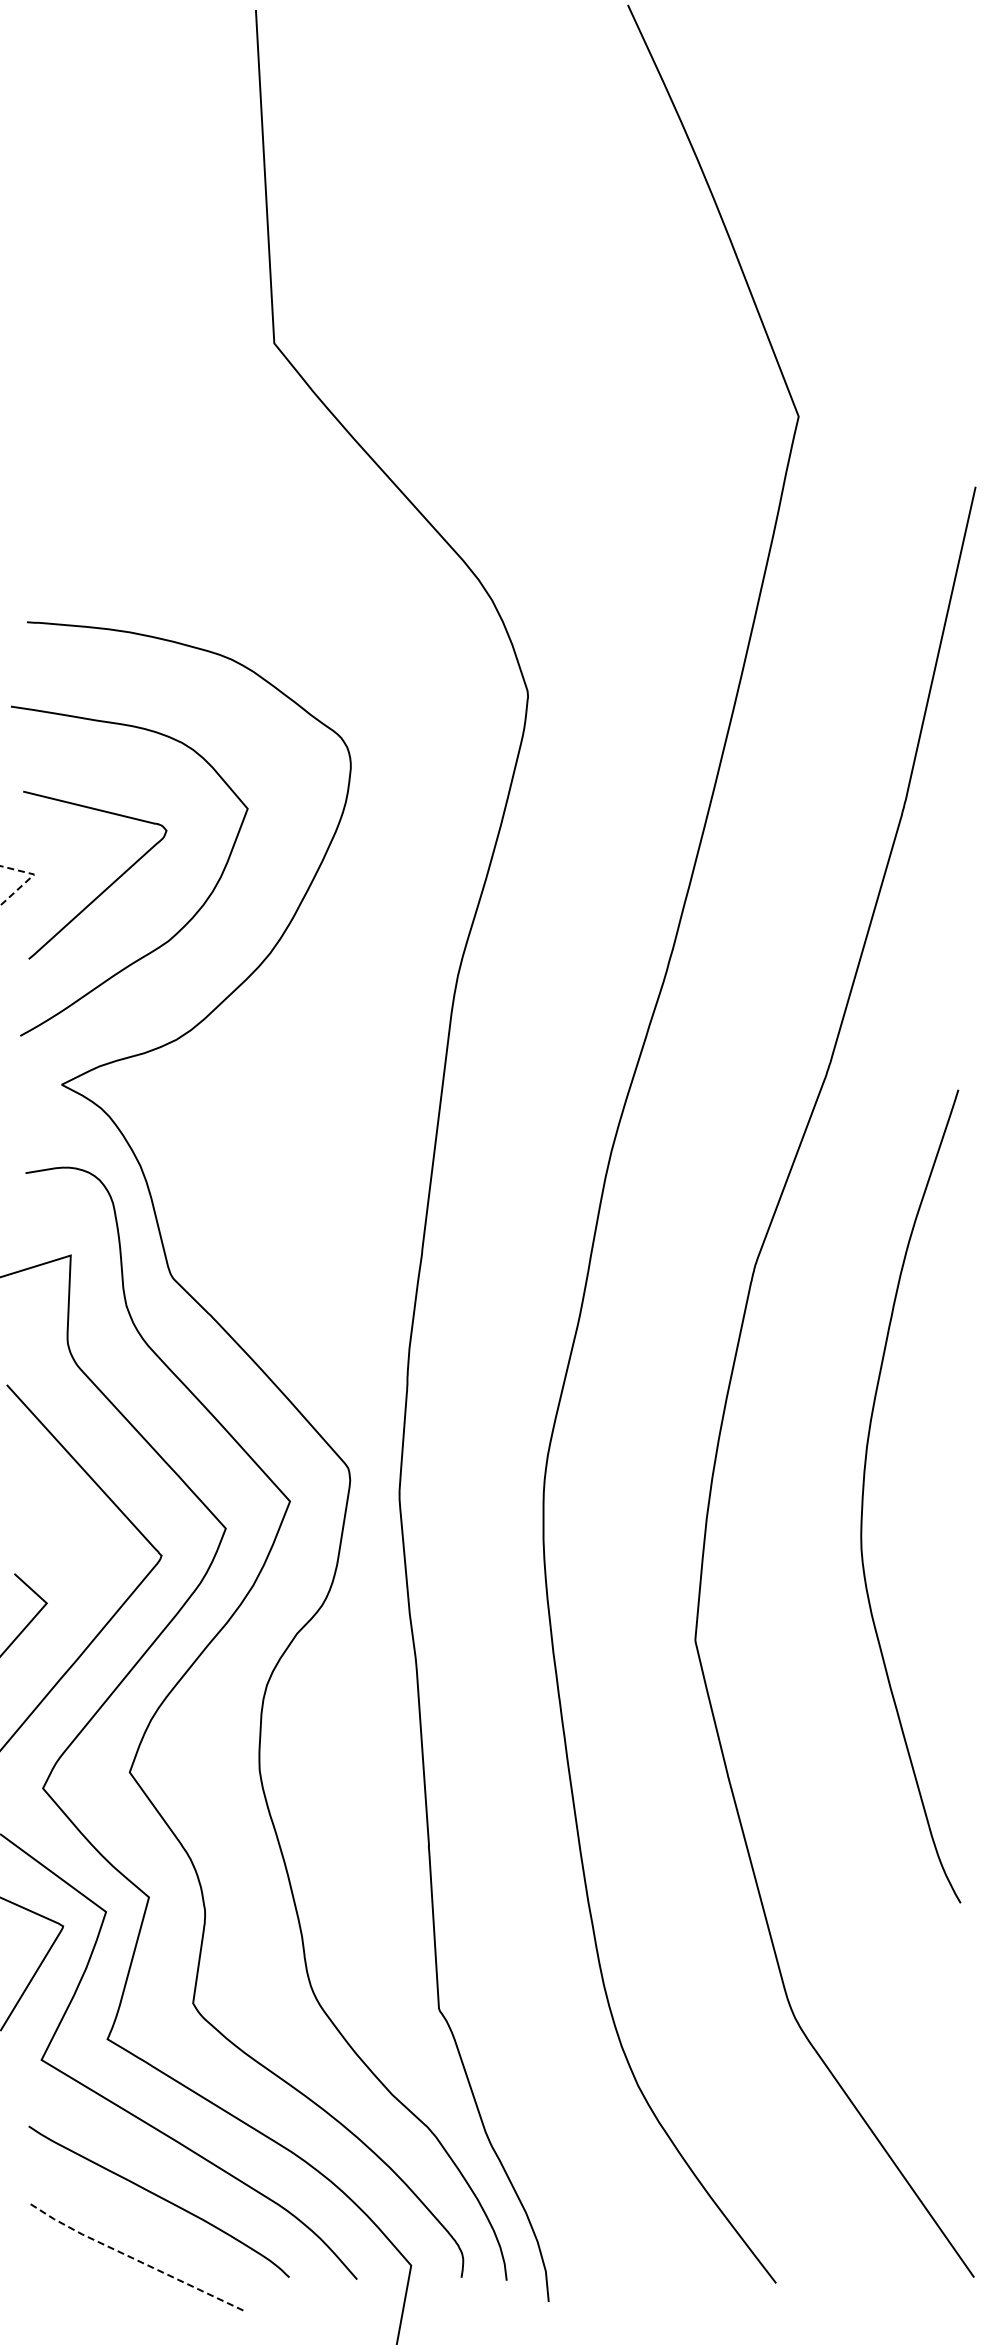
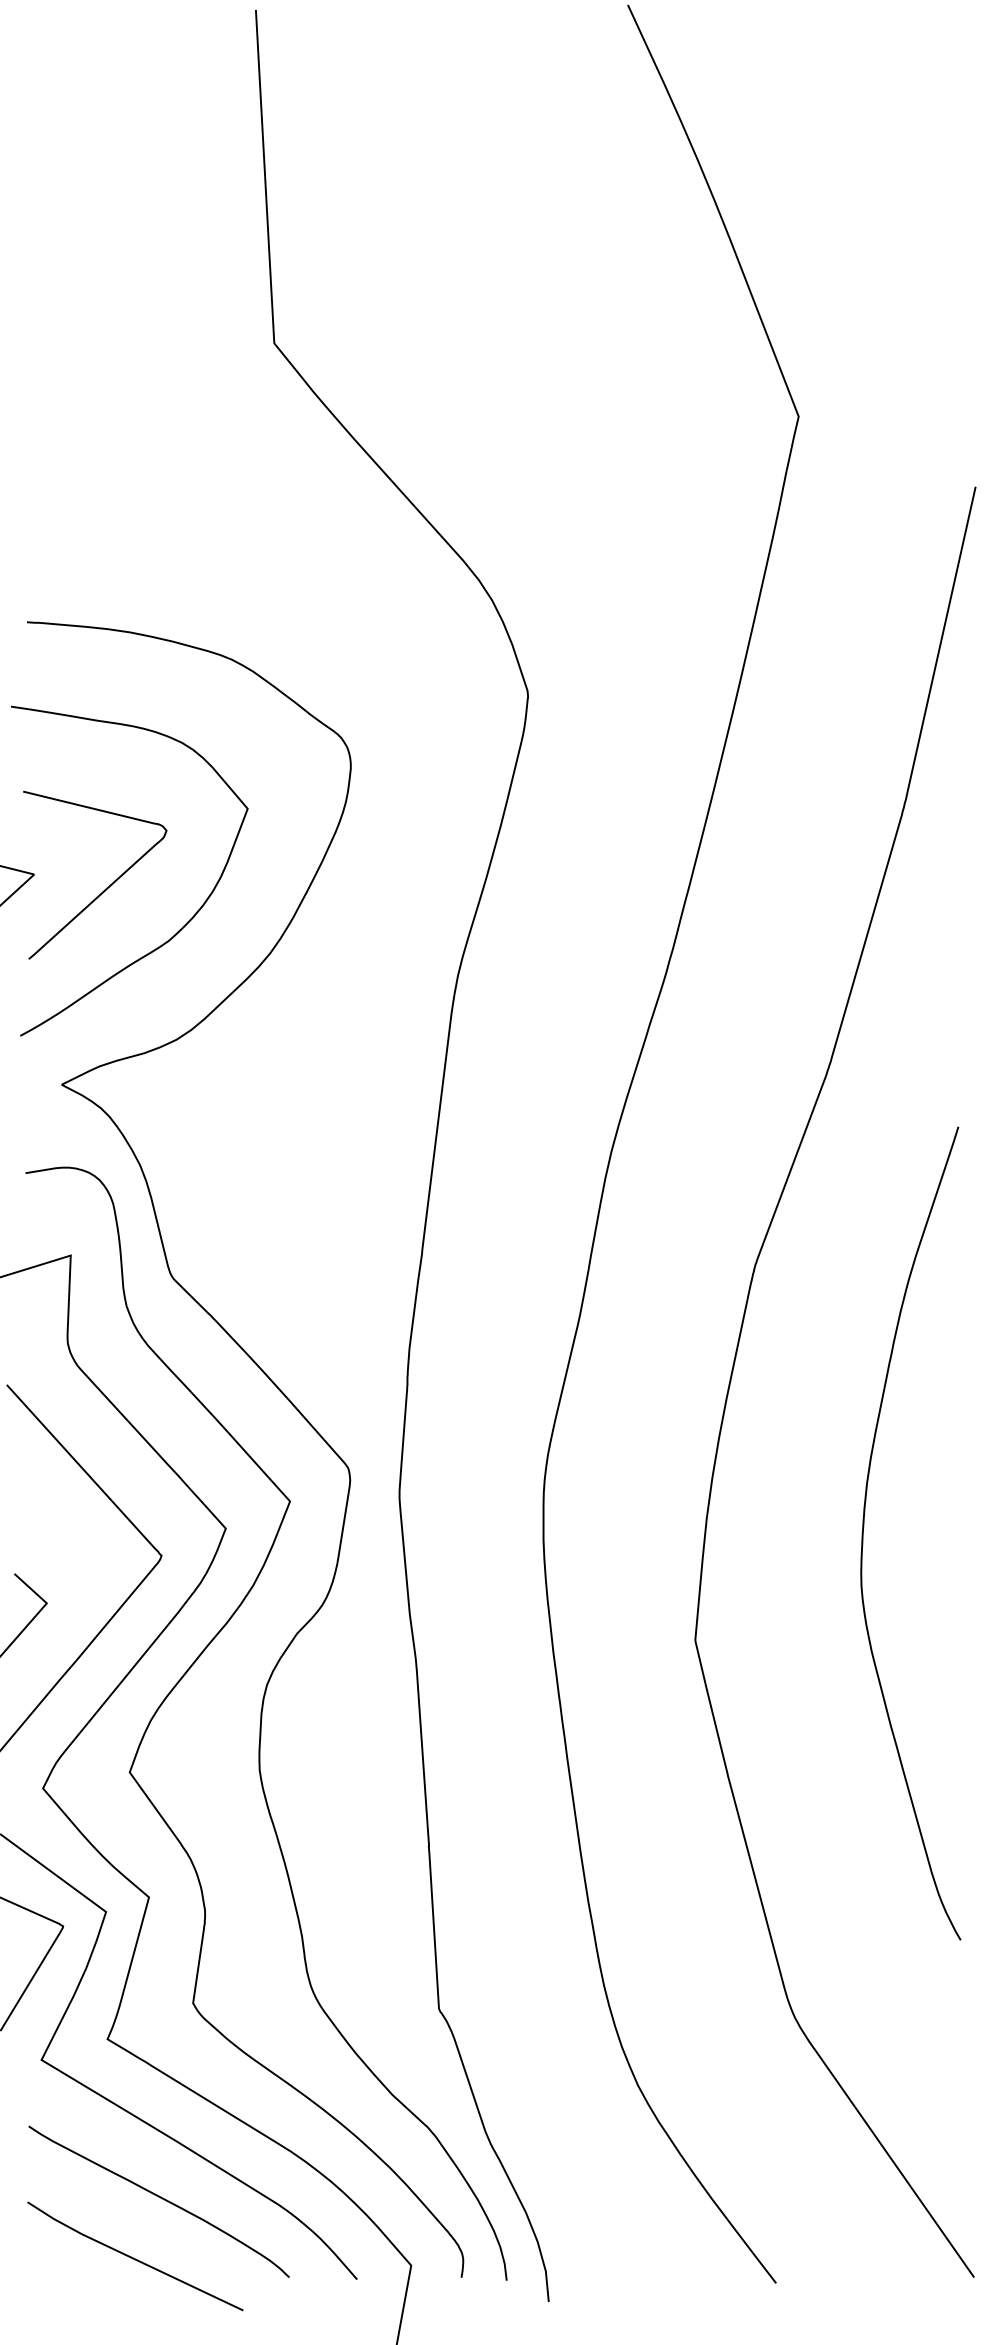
line at (30, 877): dashed -> solid
curve at (864, 1490) position: (864, 1490) -> (864, 1527)
line at (132, 2258): dashed -> solid
